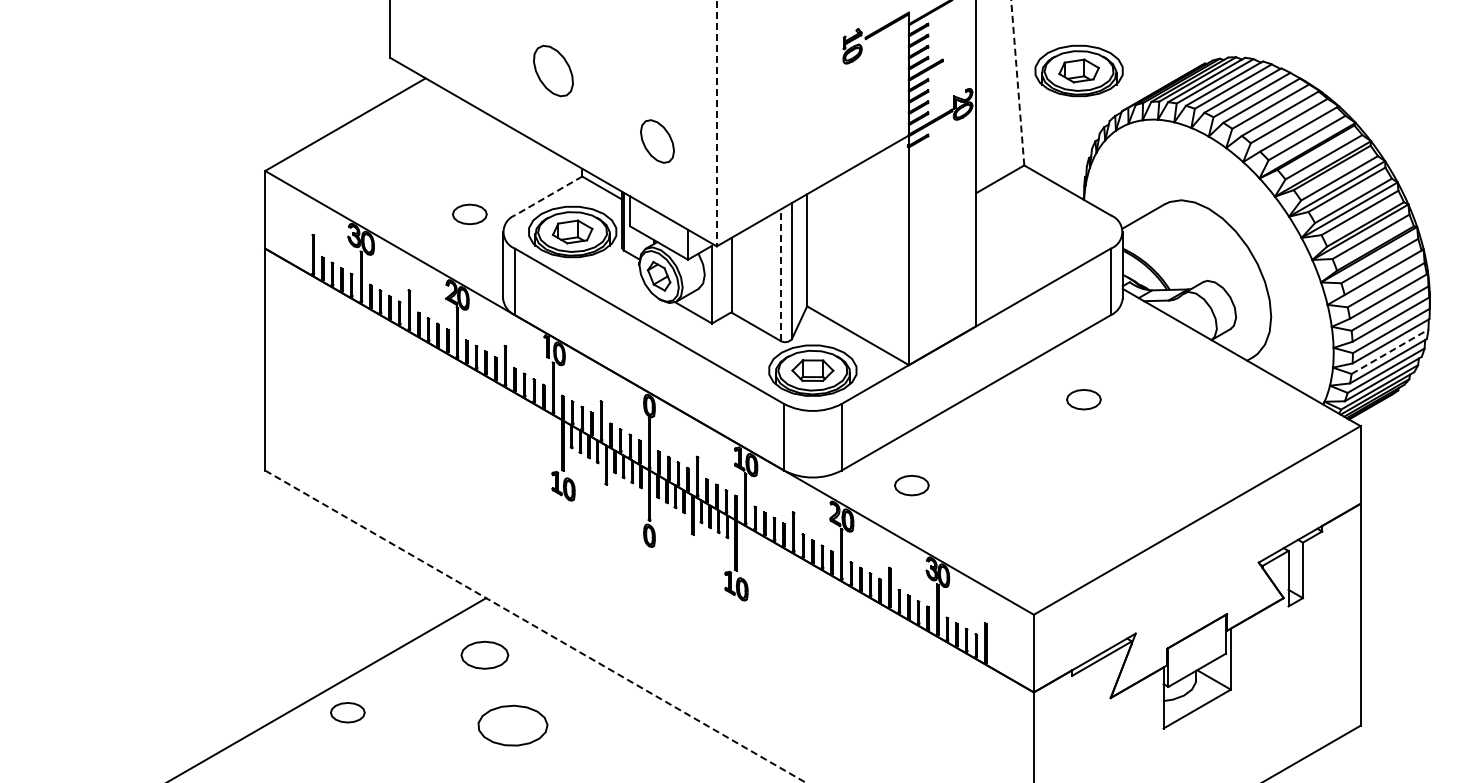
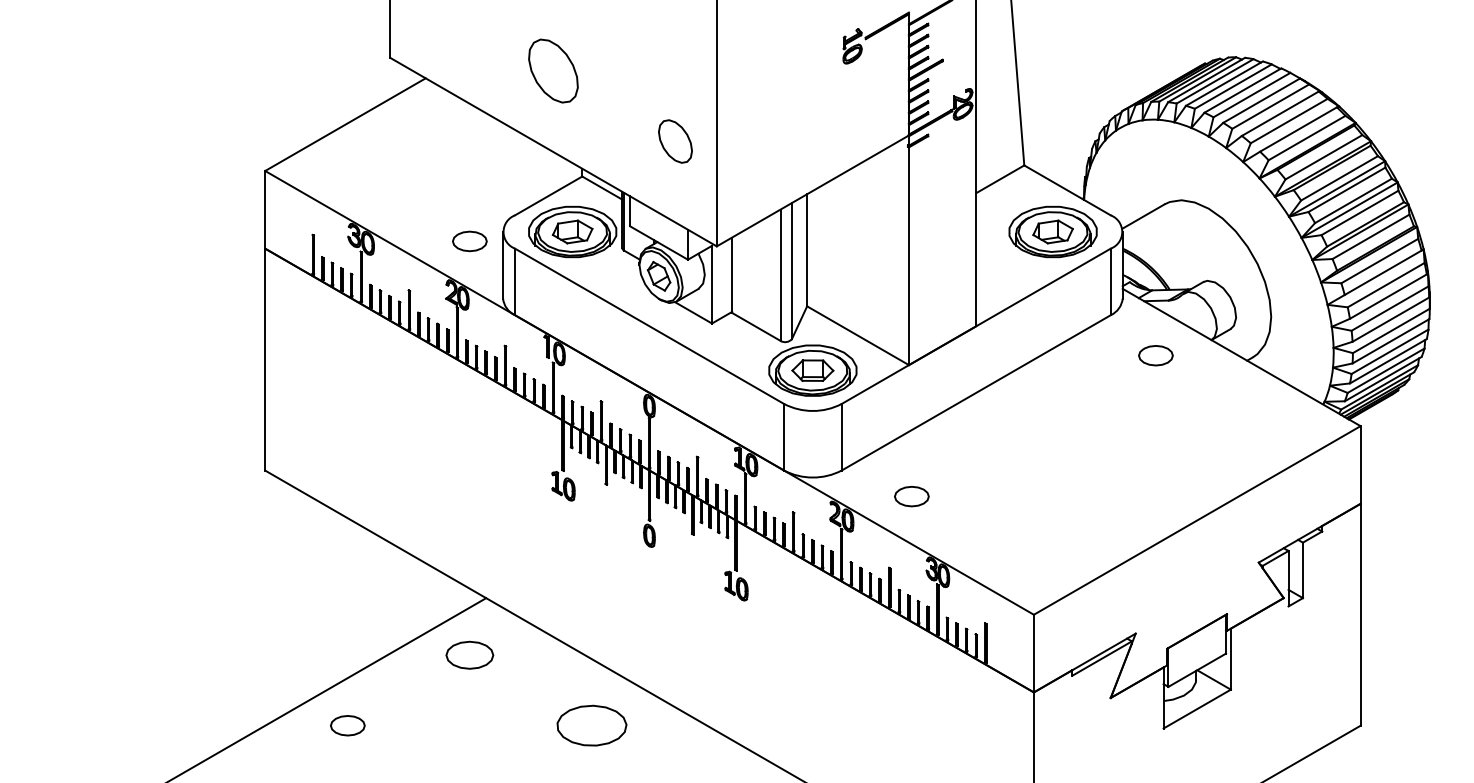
part at (1078, 70) position: (1078, 70) -> (1052, 231)
part at (553, 71) size: 41x53 px -> 51x66 px
line at (1017, 82): dashed -> solid
line at (716, 123): dashed -> solid
part at (657, 141) position: (657, 141) -> (675, 141)
line at (548, 195): dashed -> solid
part at (469, 214) position: (469, 214) -> (469, 241)
line at (780, 275): dashed -> solid
line at (1390, 351): dashed -> solid
part at (1083, 399) position: (1083, 399) -> (1155, 355)
part at (911, 485) position: (911, 485) -> (911, 496)
line at (536, 627): dashed -> solid
part at (484, 654) position: (484, 654) -> (469, 654)
part at (347, 712) position: (347, 712) -> (347, 725)
part at (512, 725) position: (512, 725) -> (591, 725)
